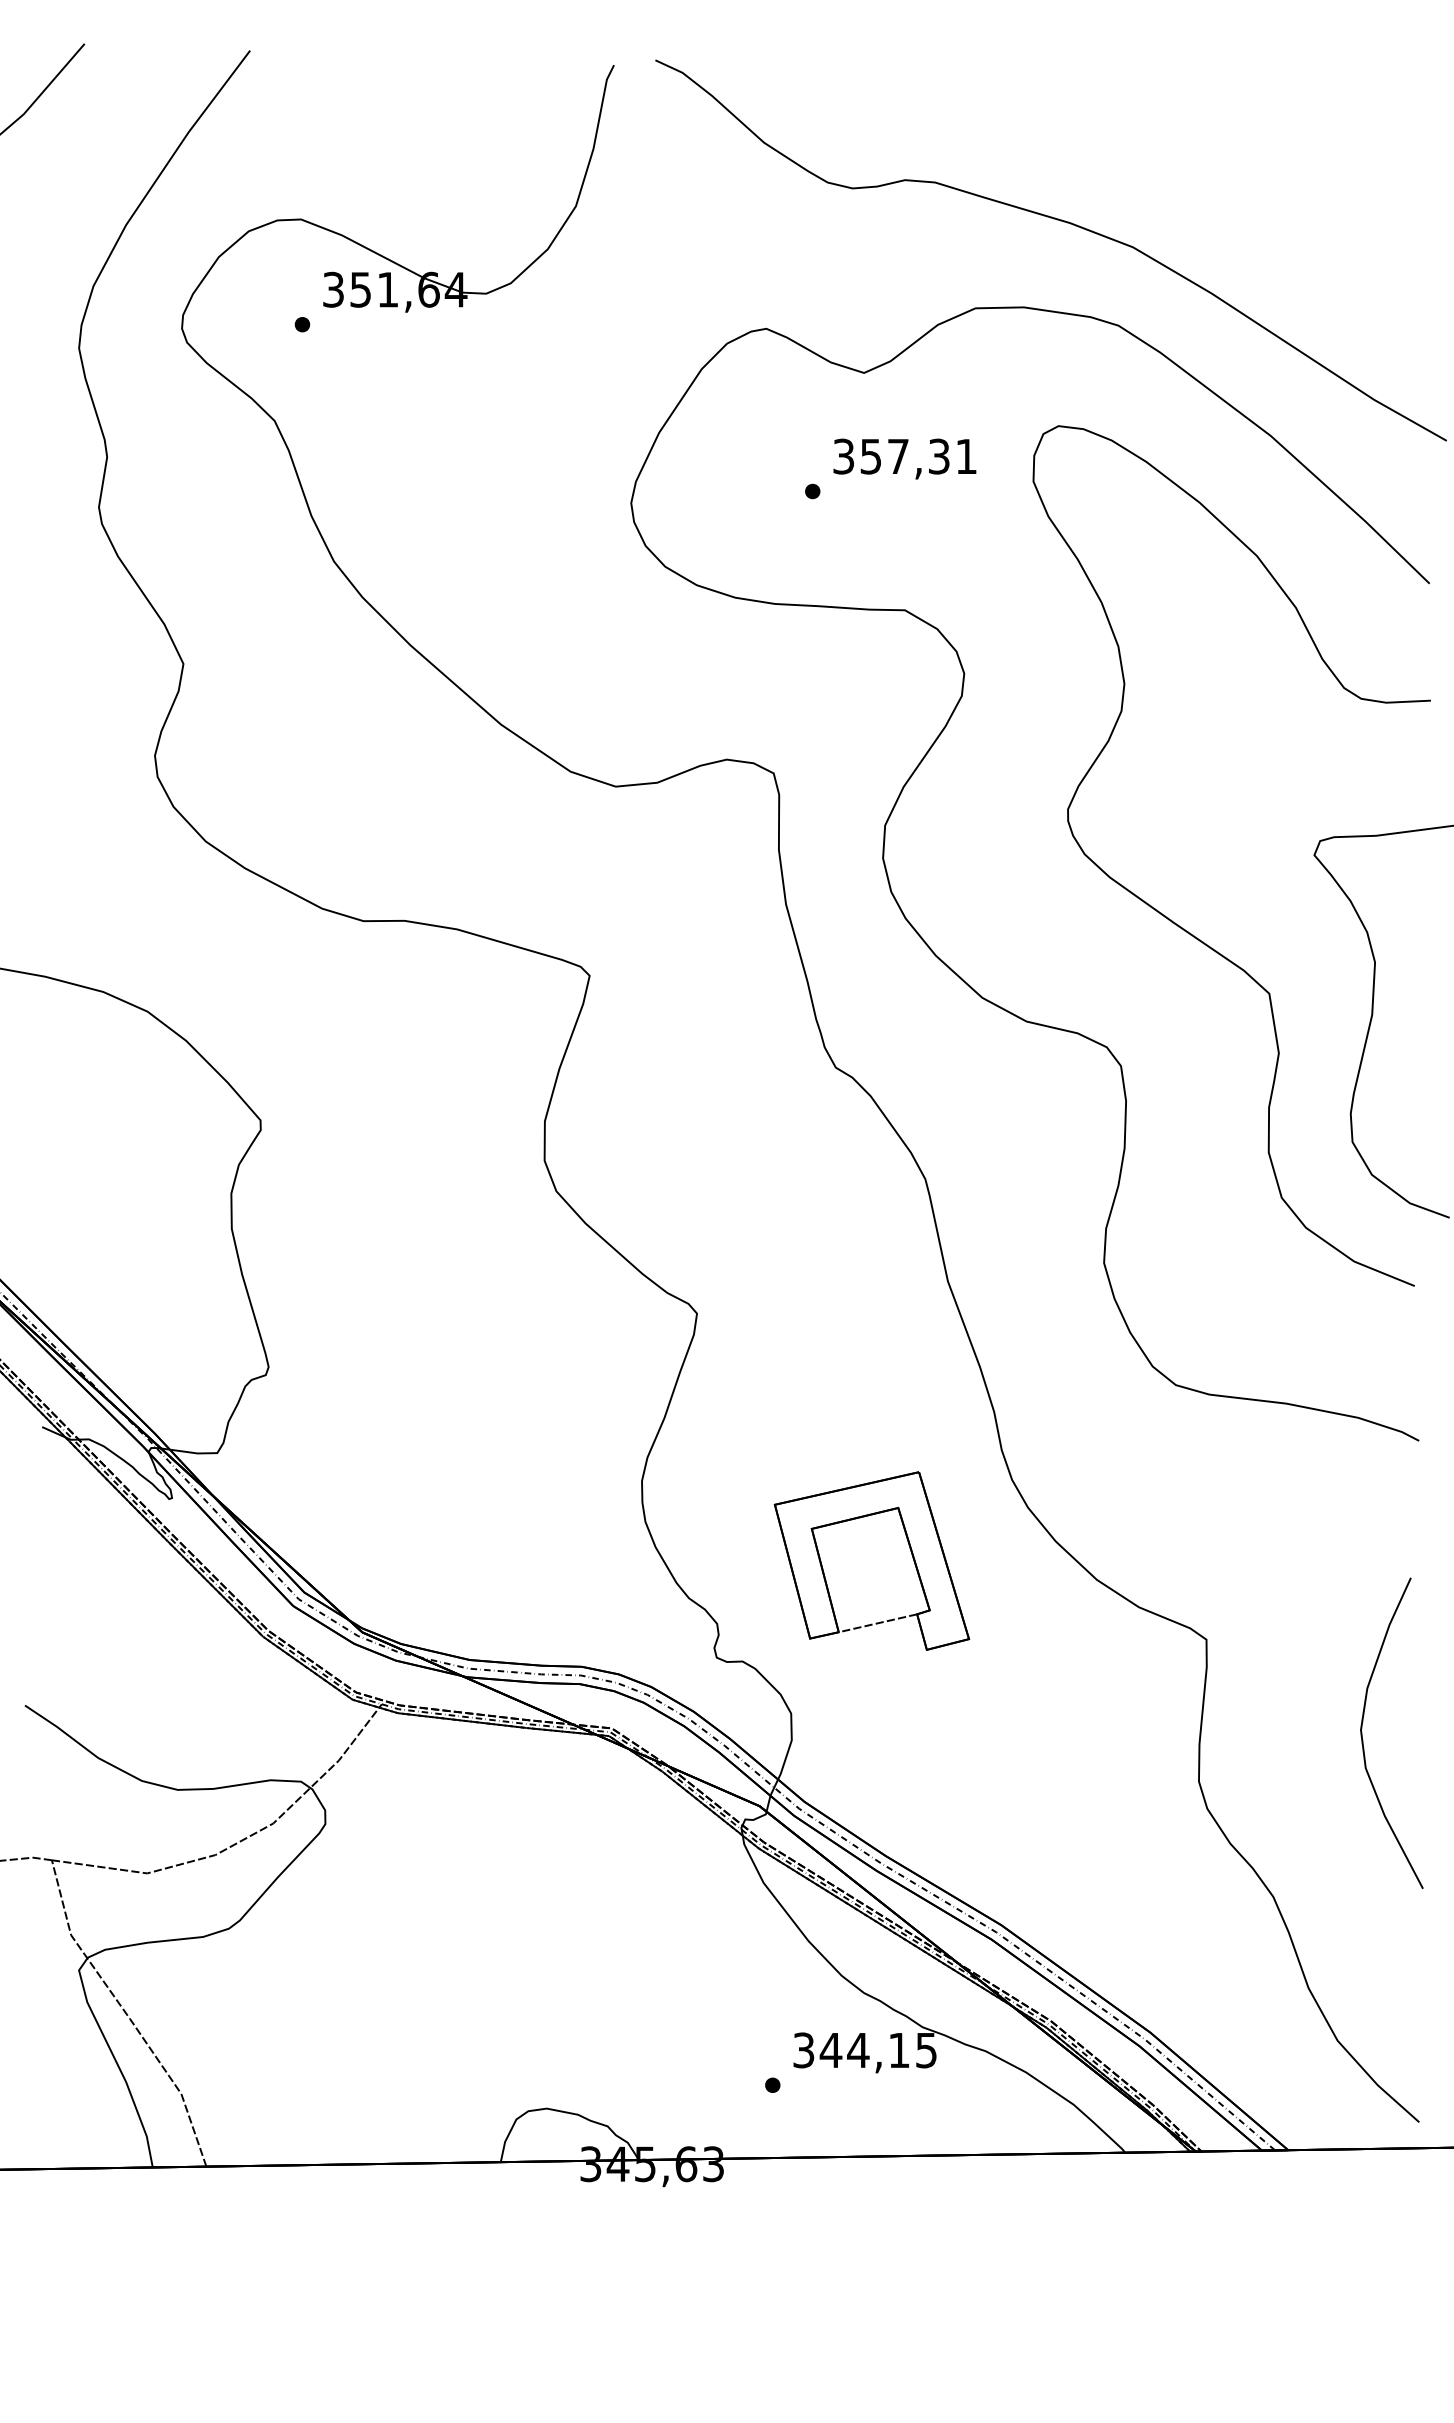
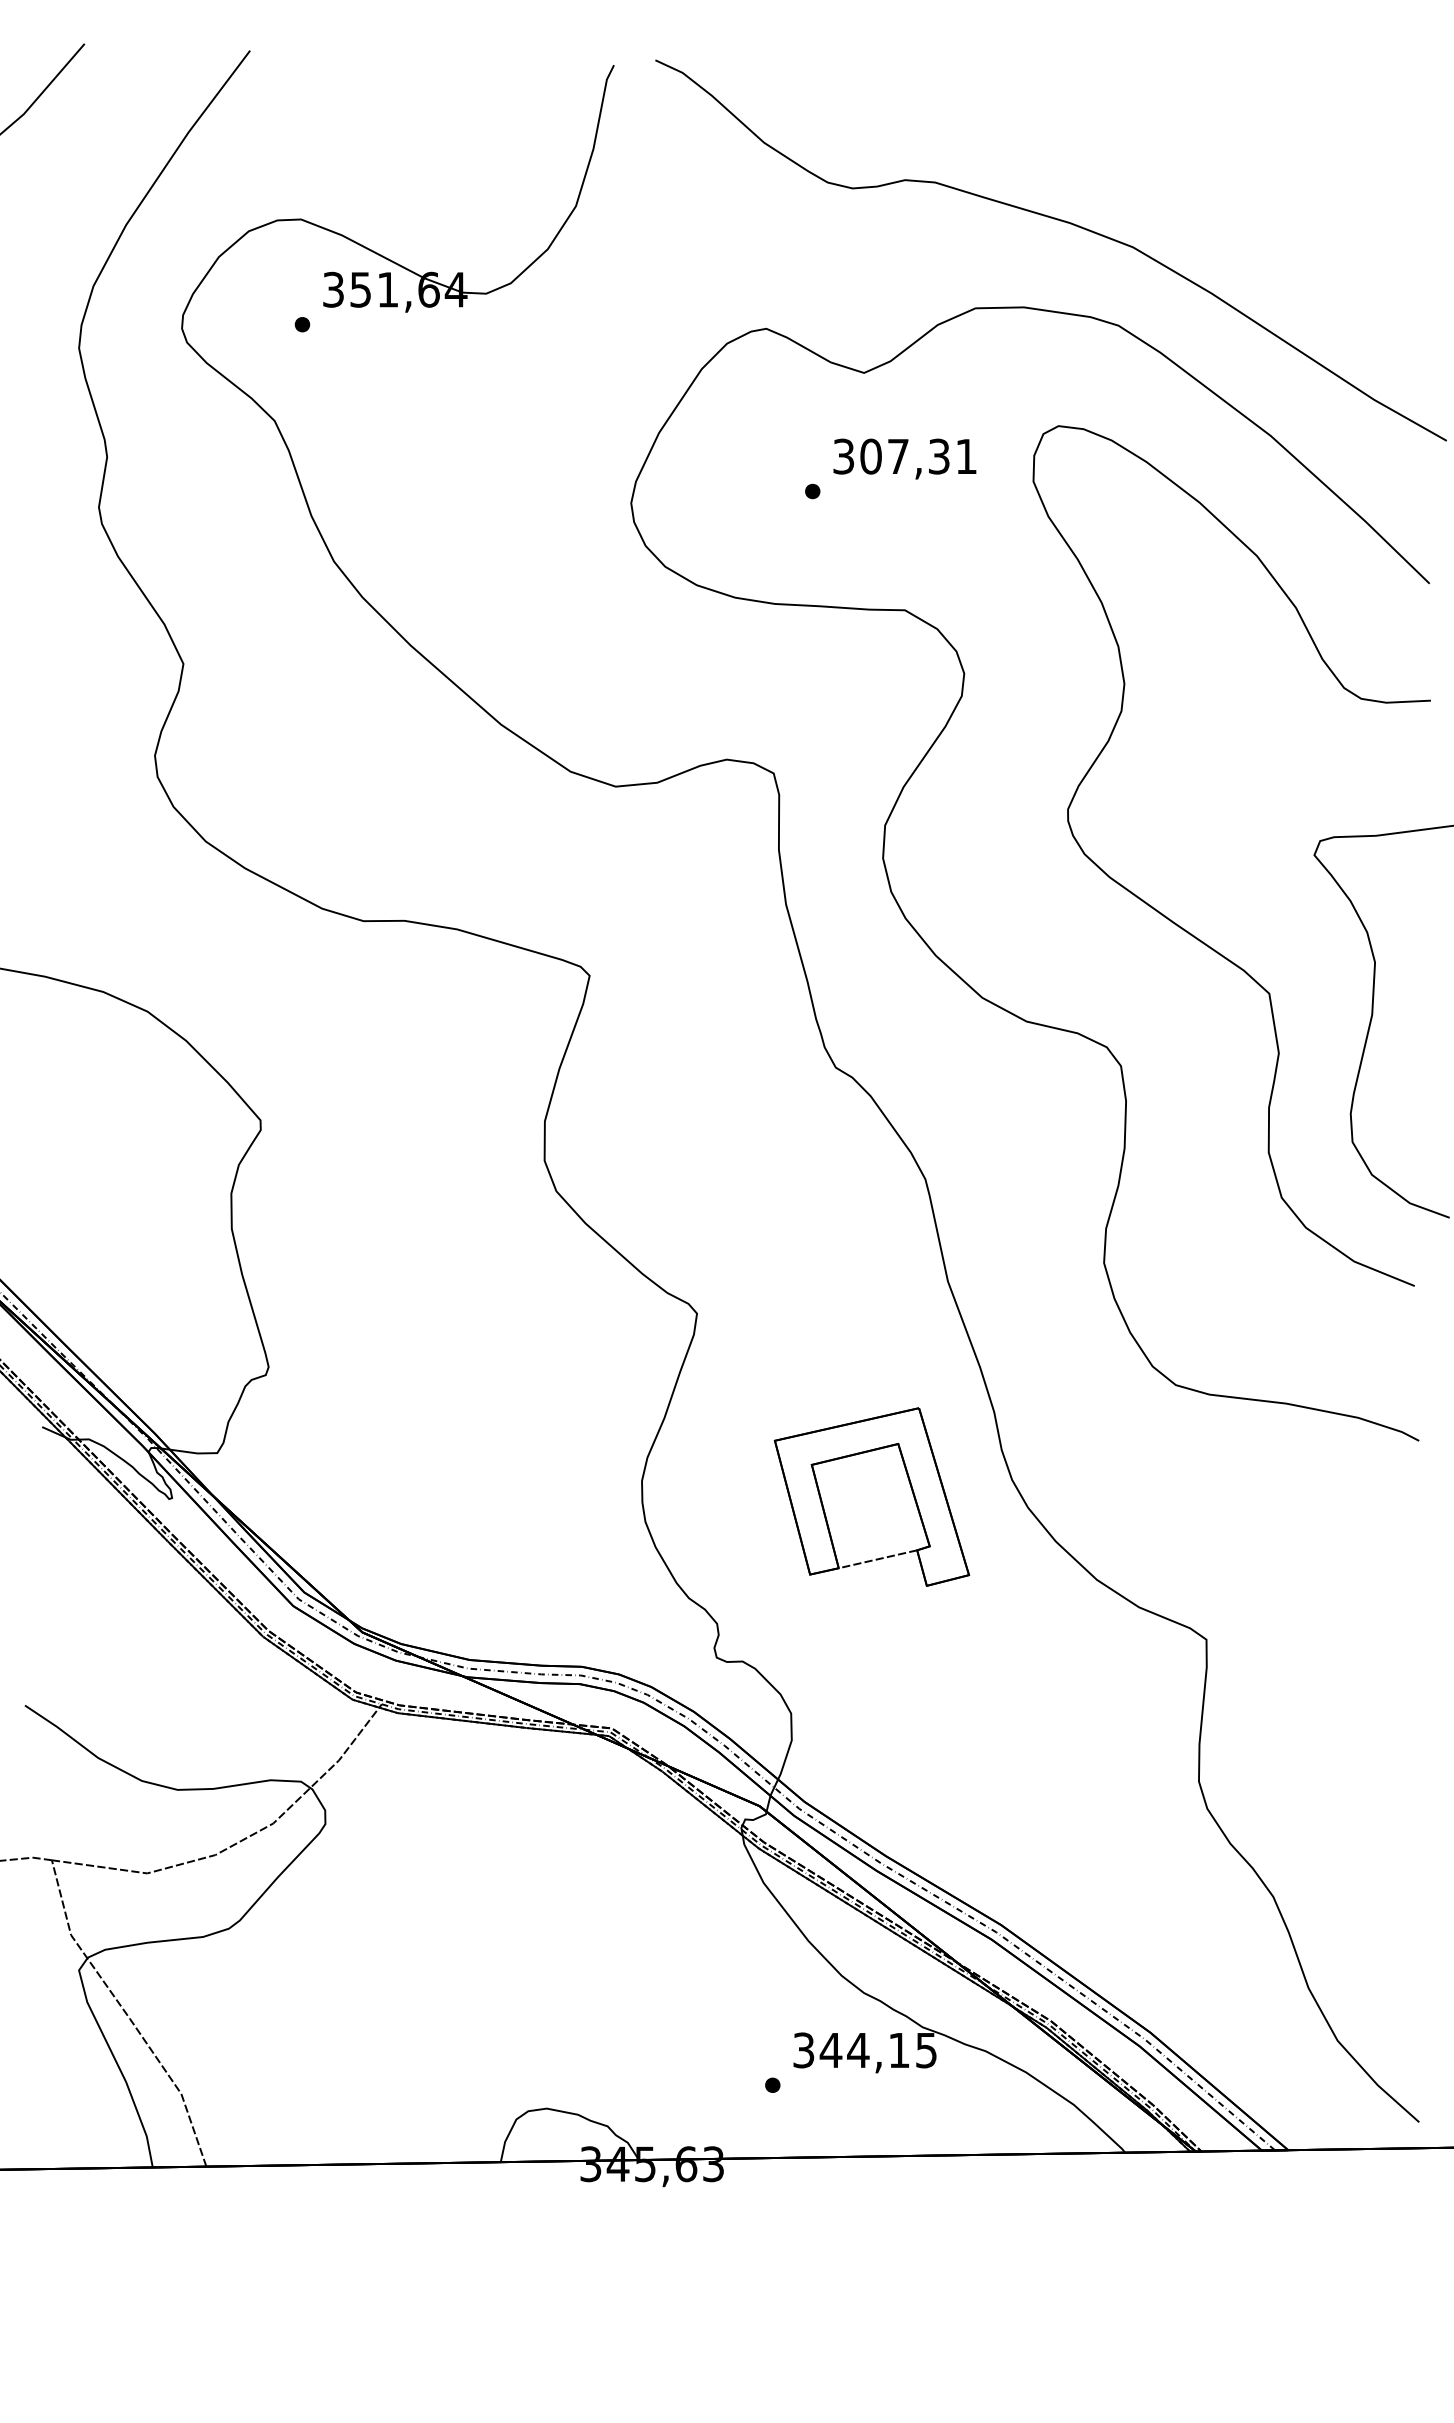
text at (870, 456): 357,31 -> 307,31
part at (909, 1548) position: (909, 1548) -> (909, 1484)
curve at (1363, 1739): present -> none
